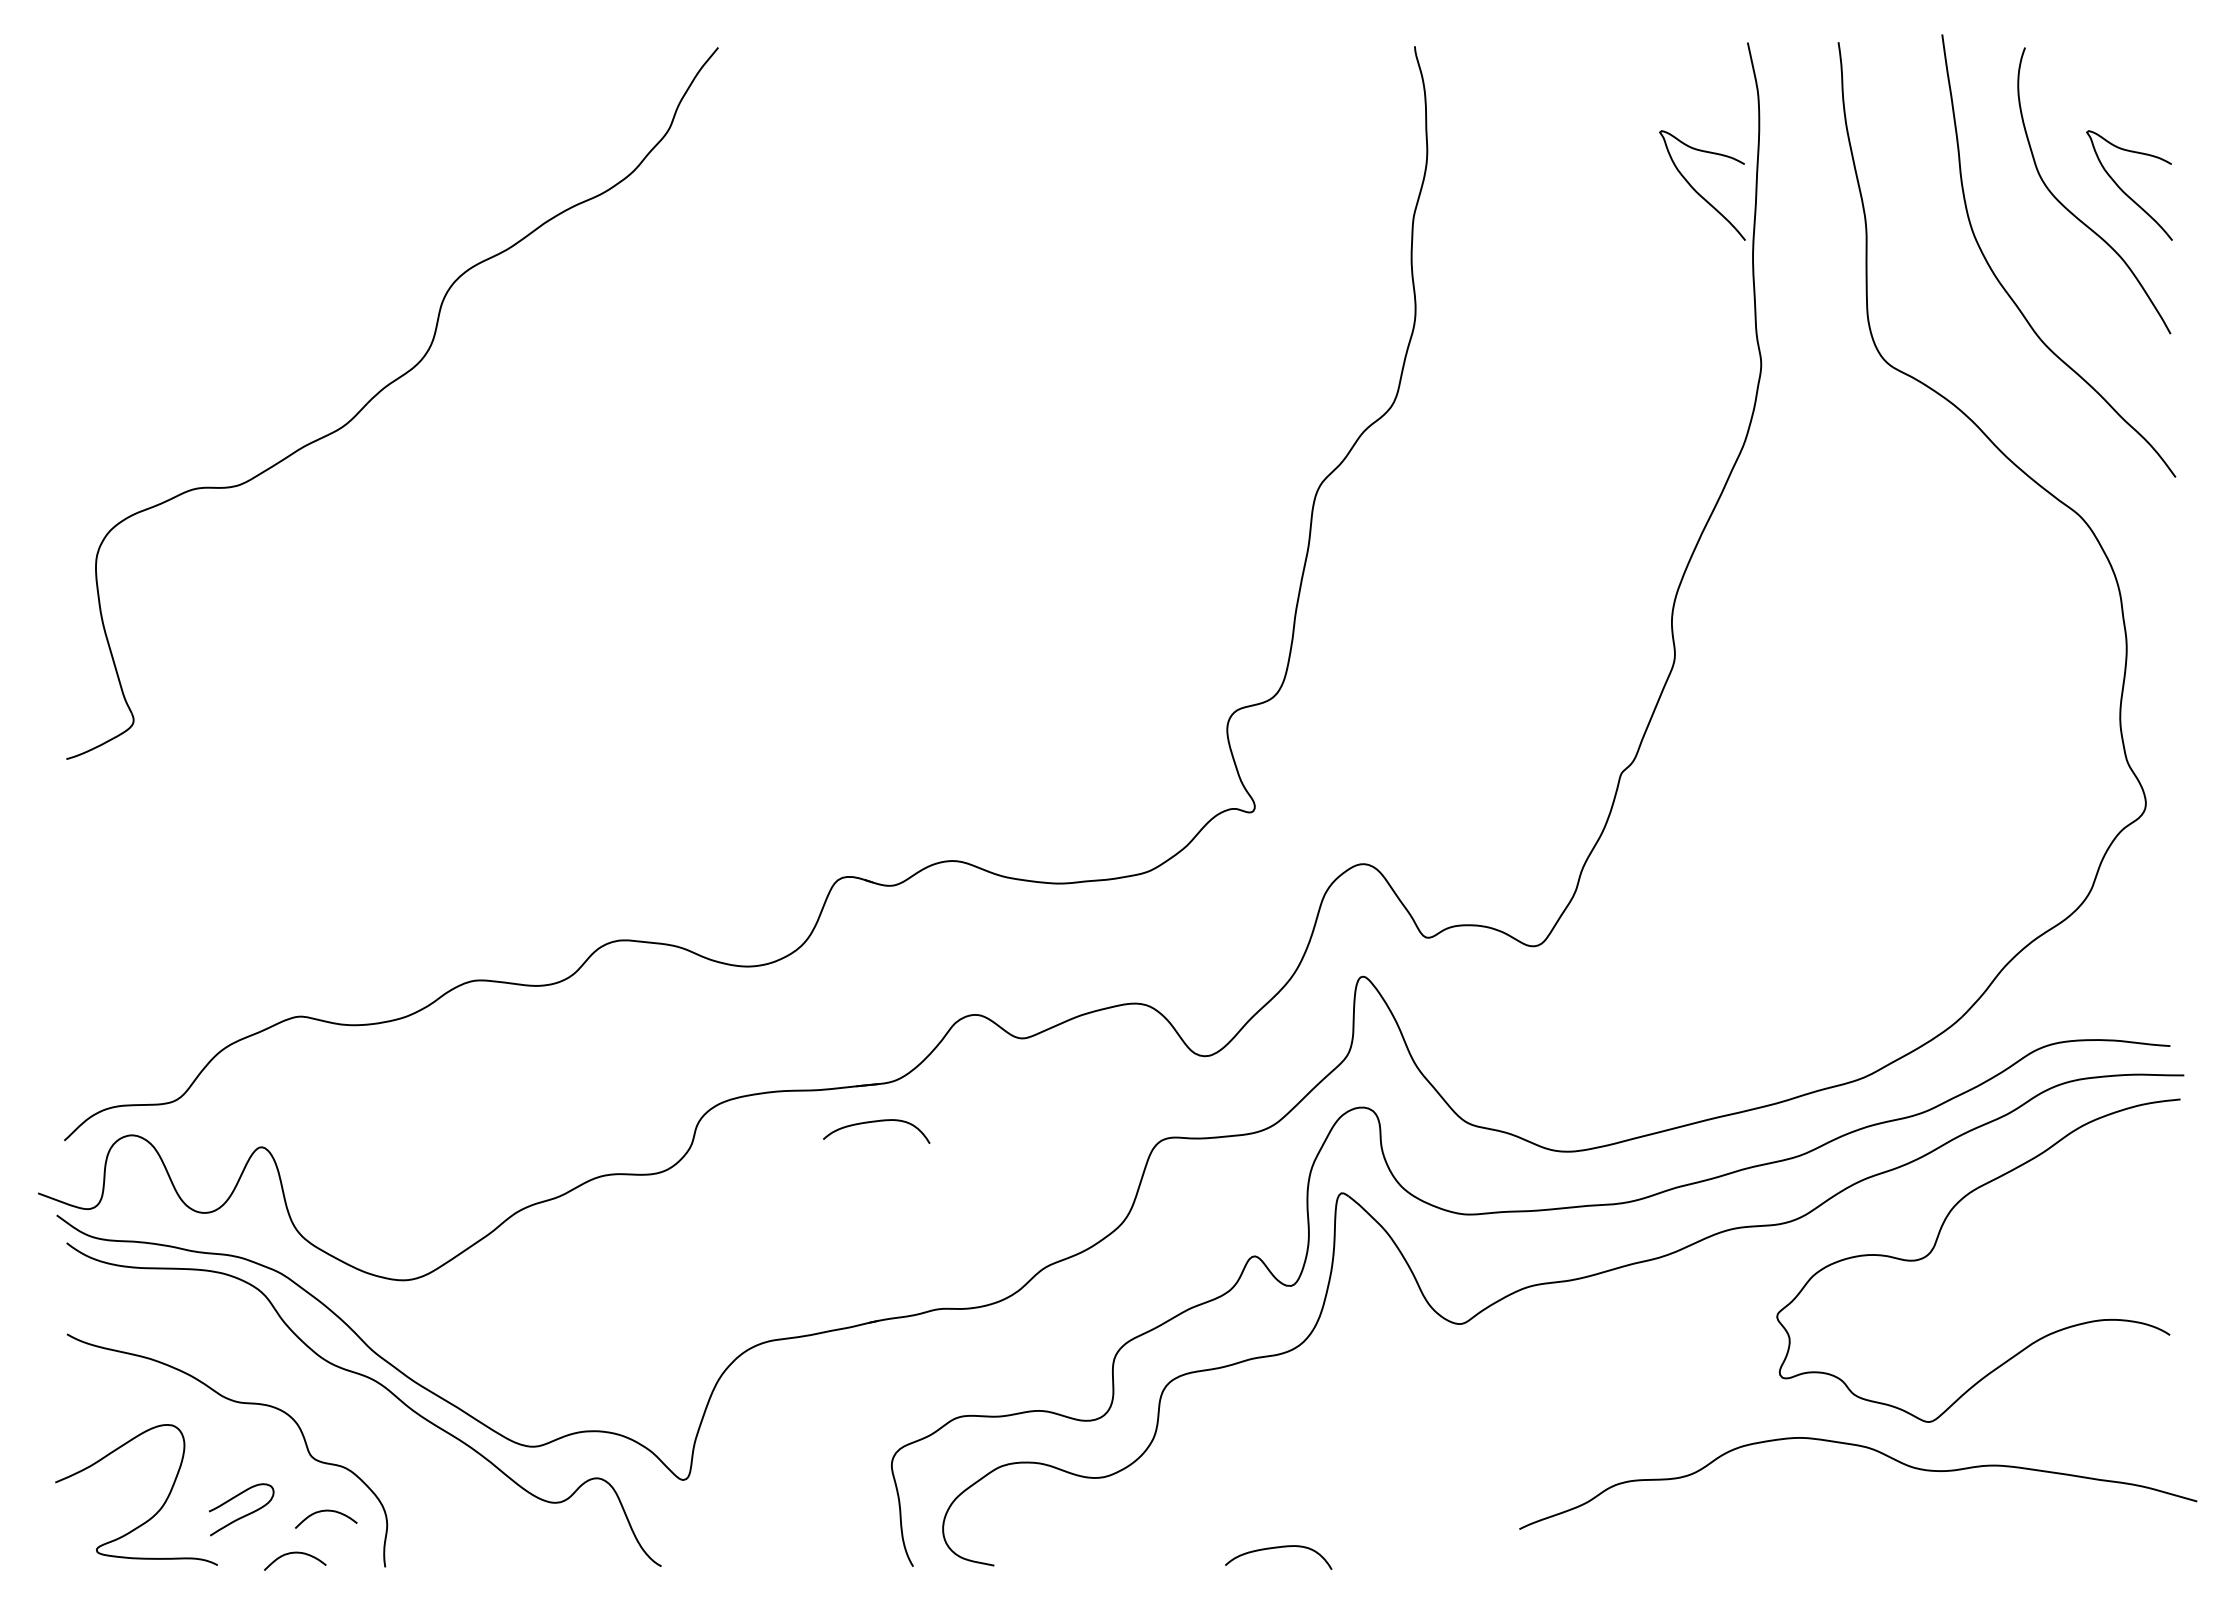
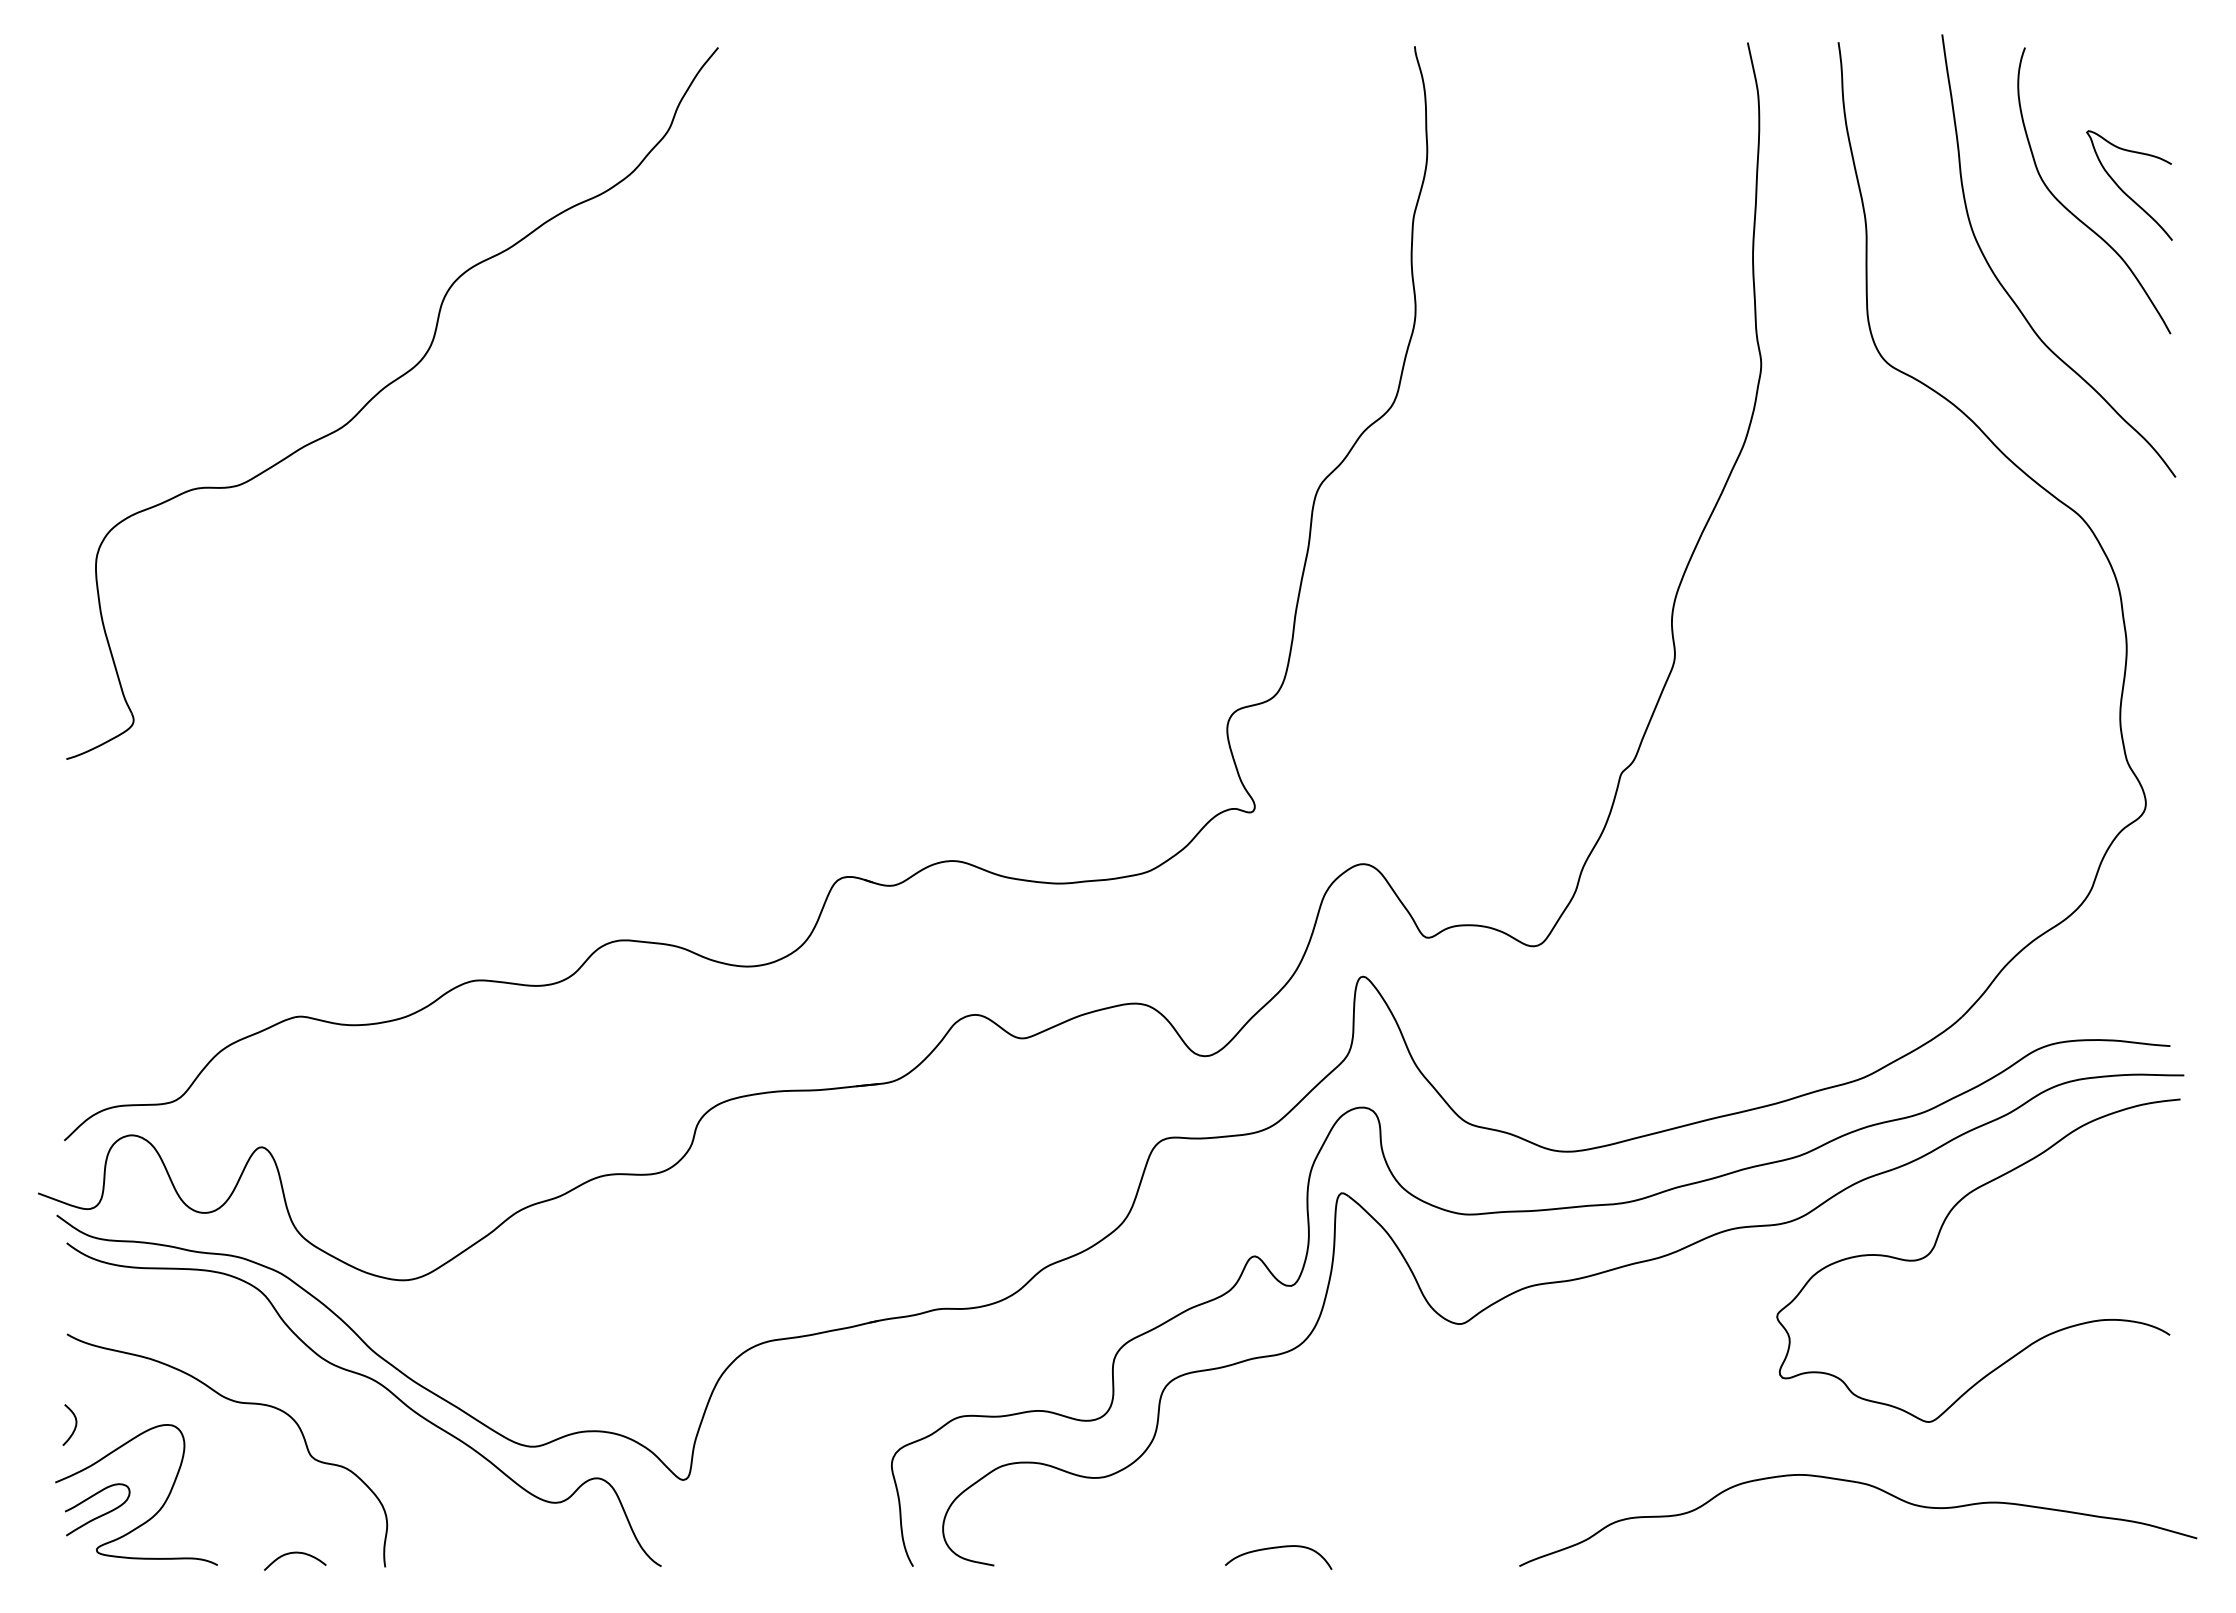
curve at (1696, 190): present -> none
curve at (876, 1122): present -> none
curve at (74, 1427): none -> present
curve at (1869, 1449) position: (1869, 1449) -> (1869, 1486)
curve at (326, 1511): present -> none
curve at (243, 1515) position: (243, 1515) -> (99, 1515)
